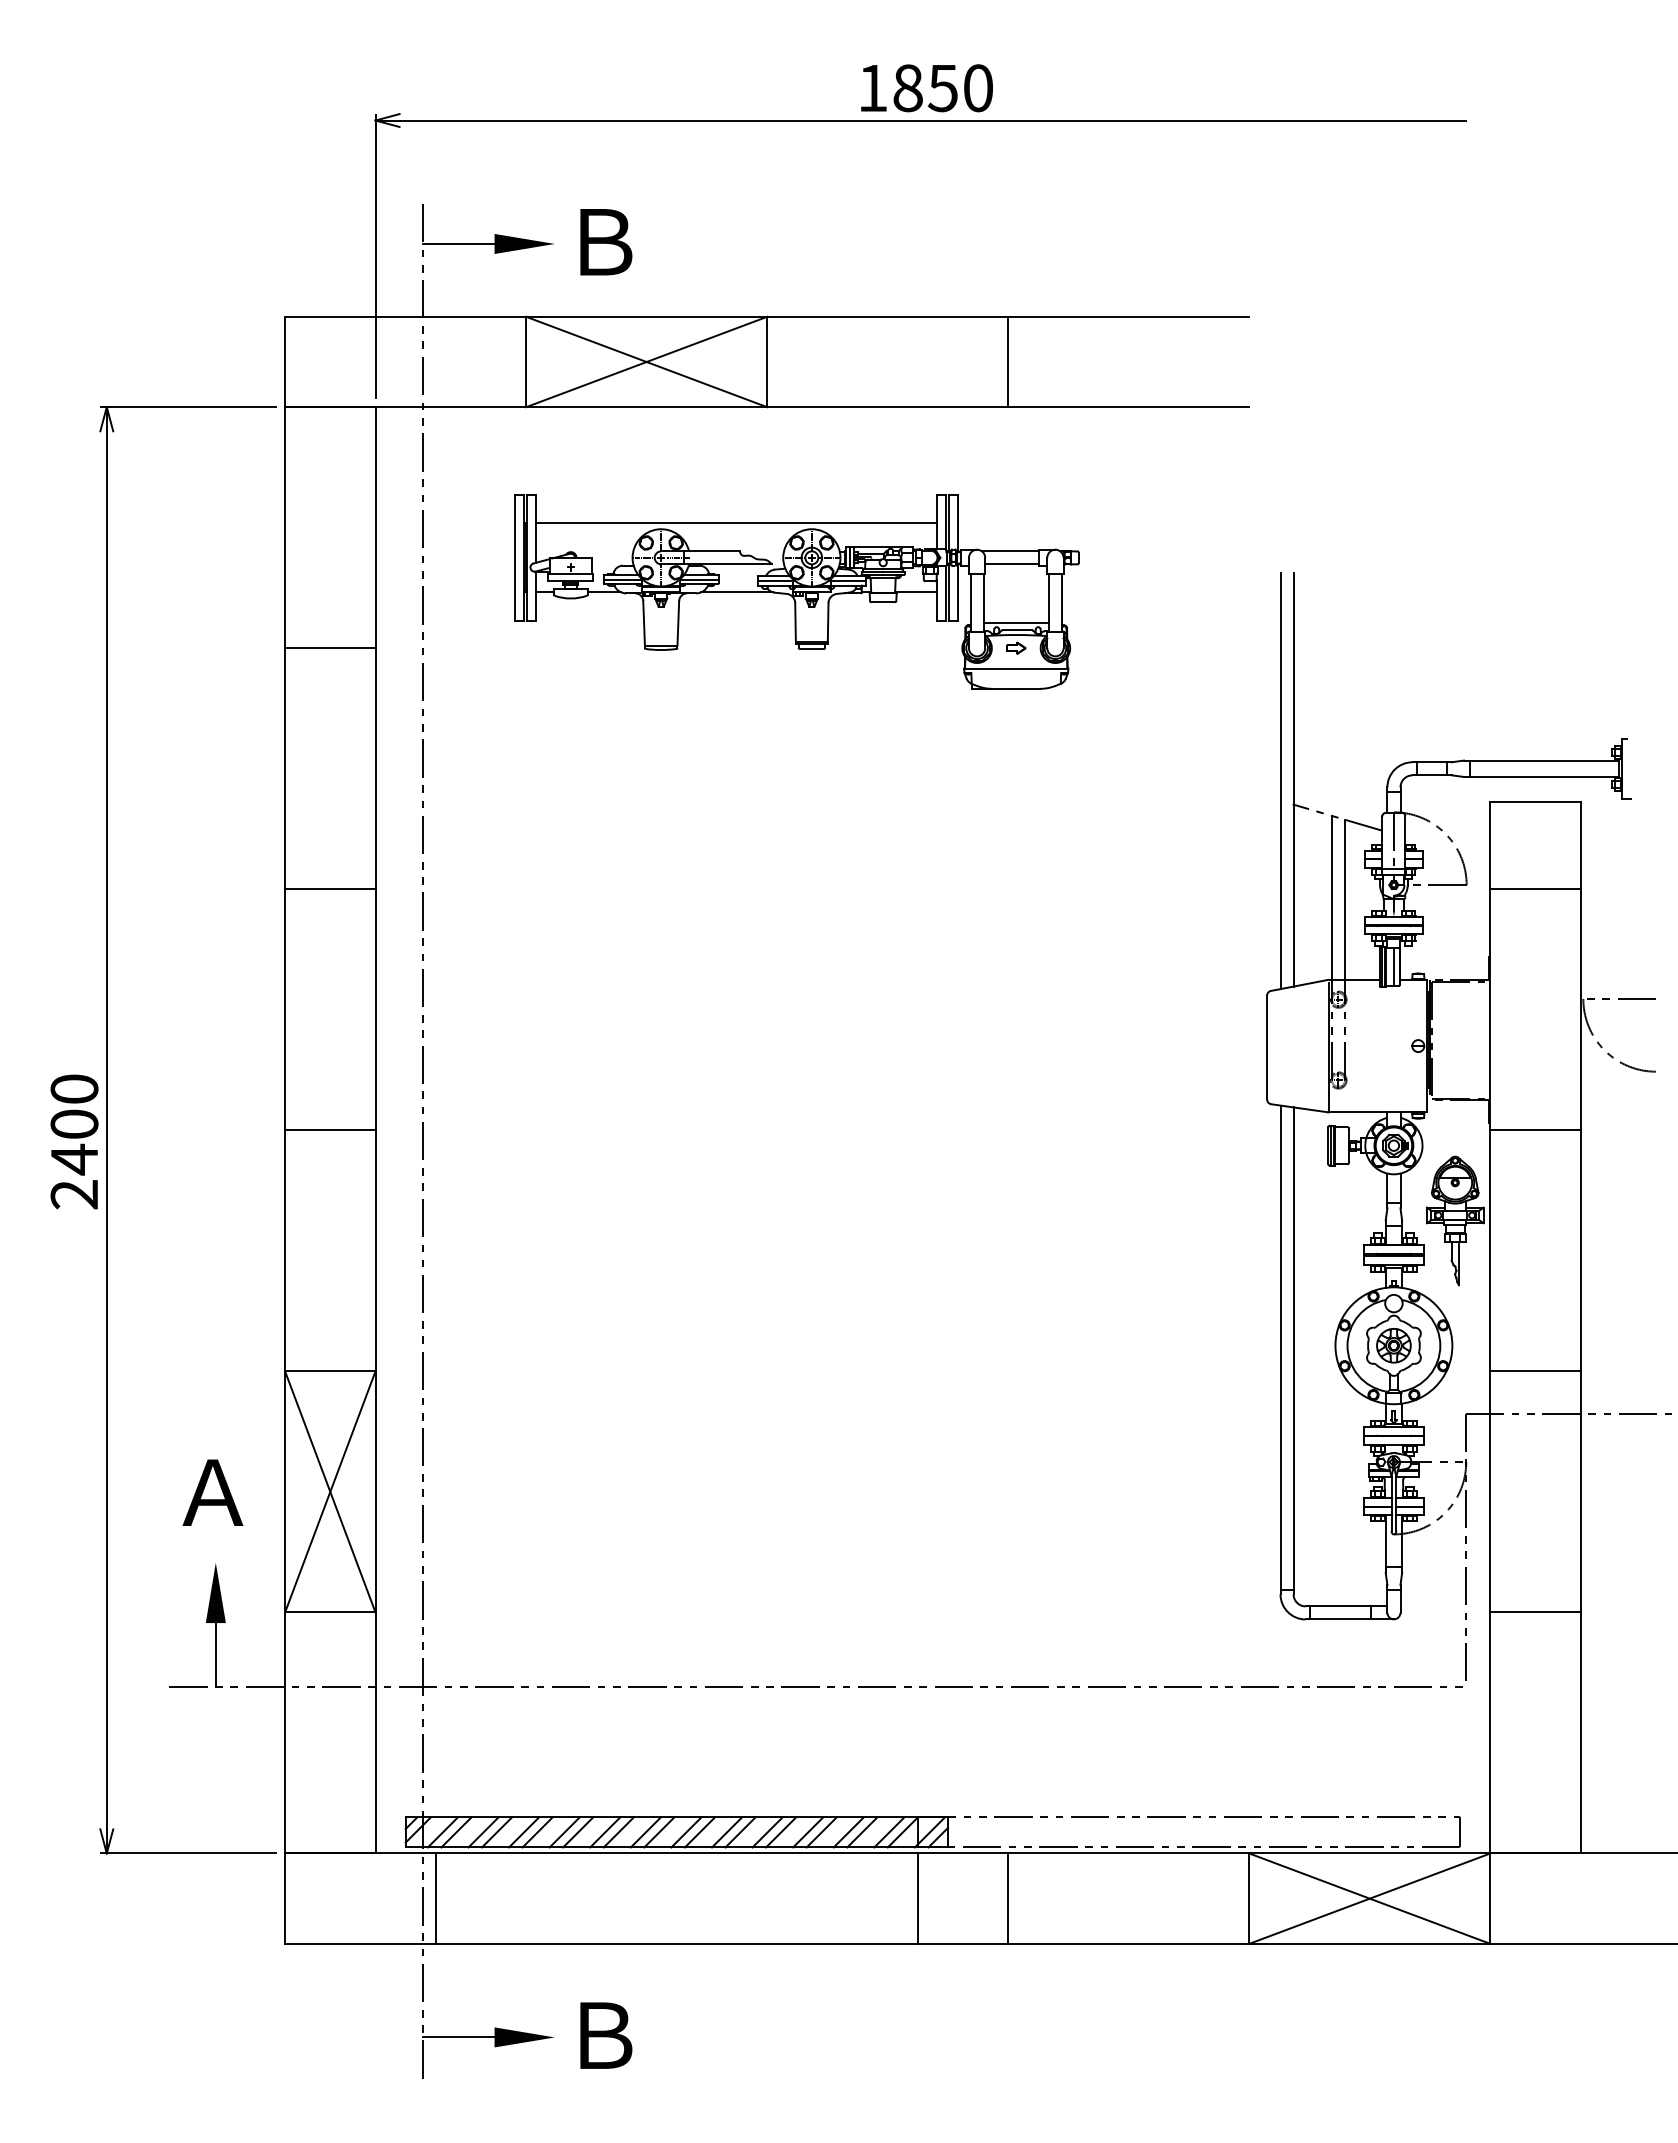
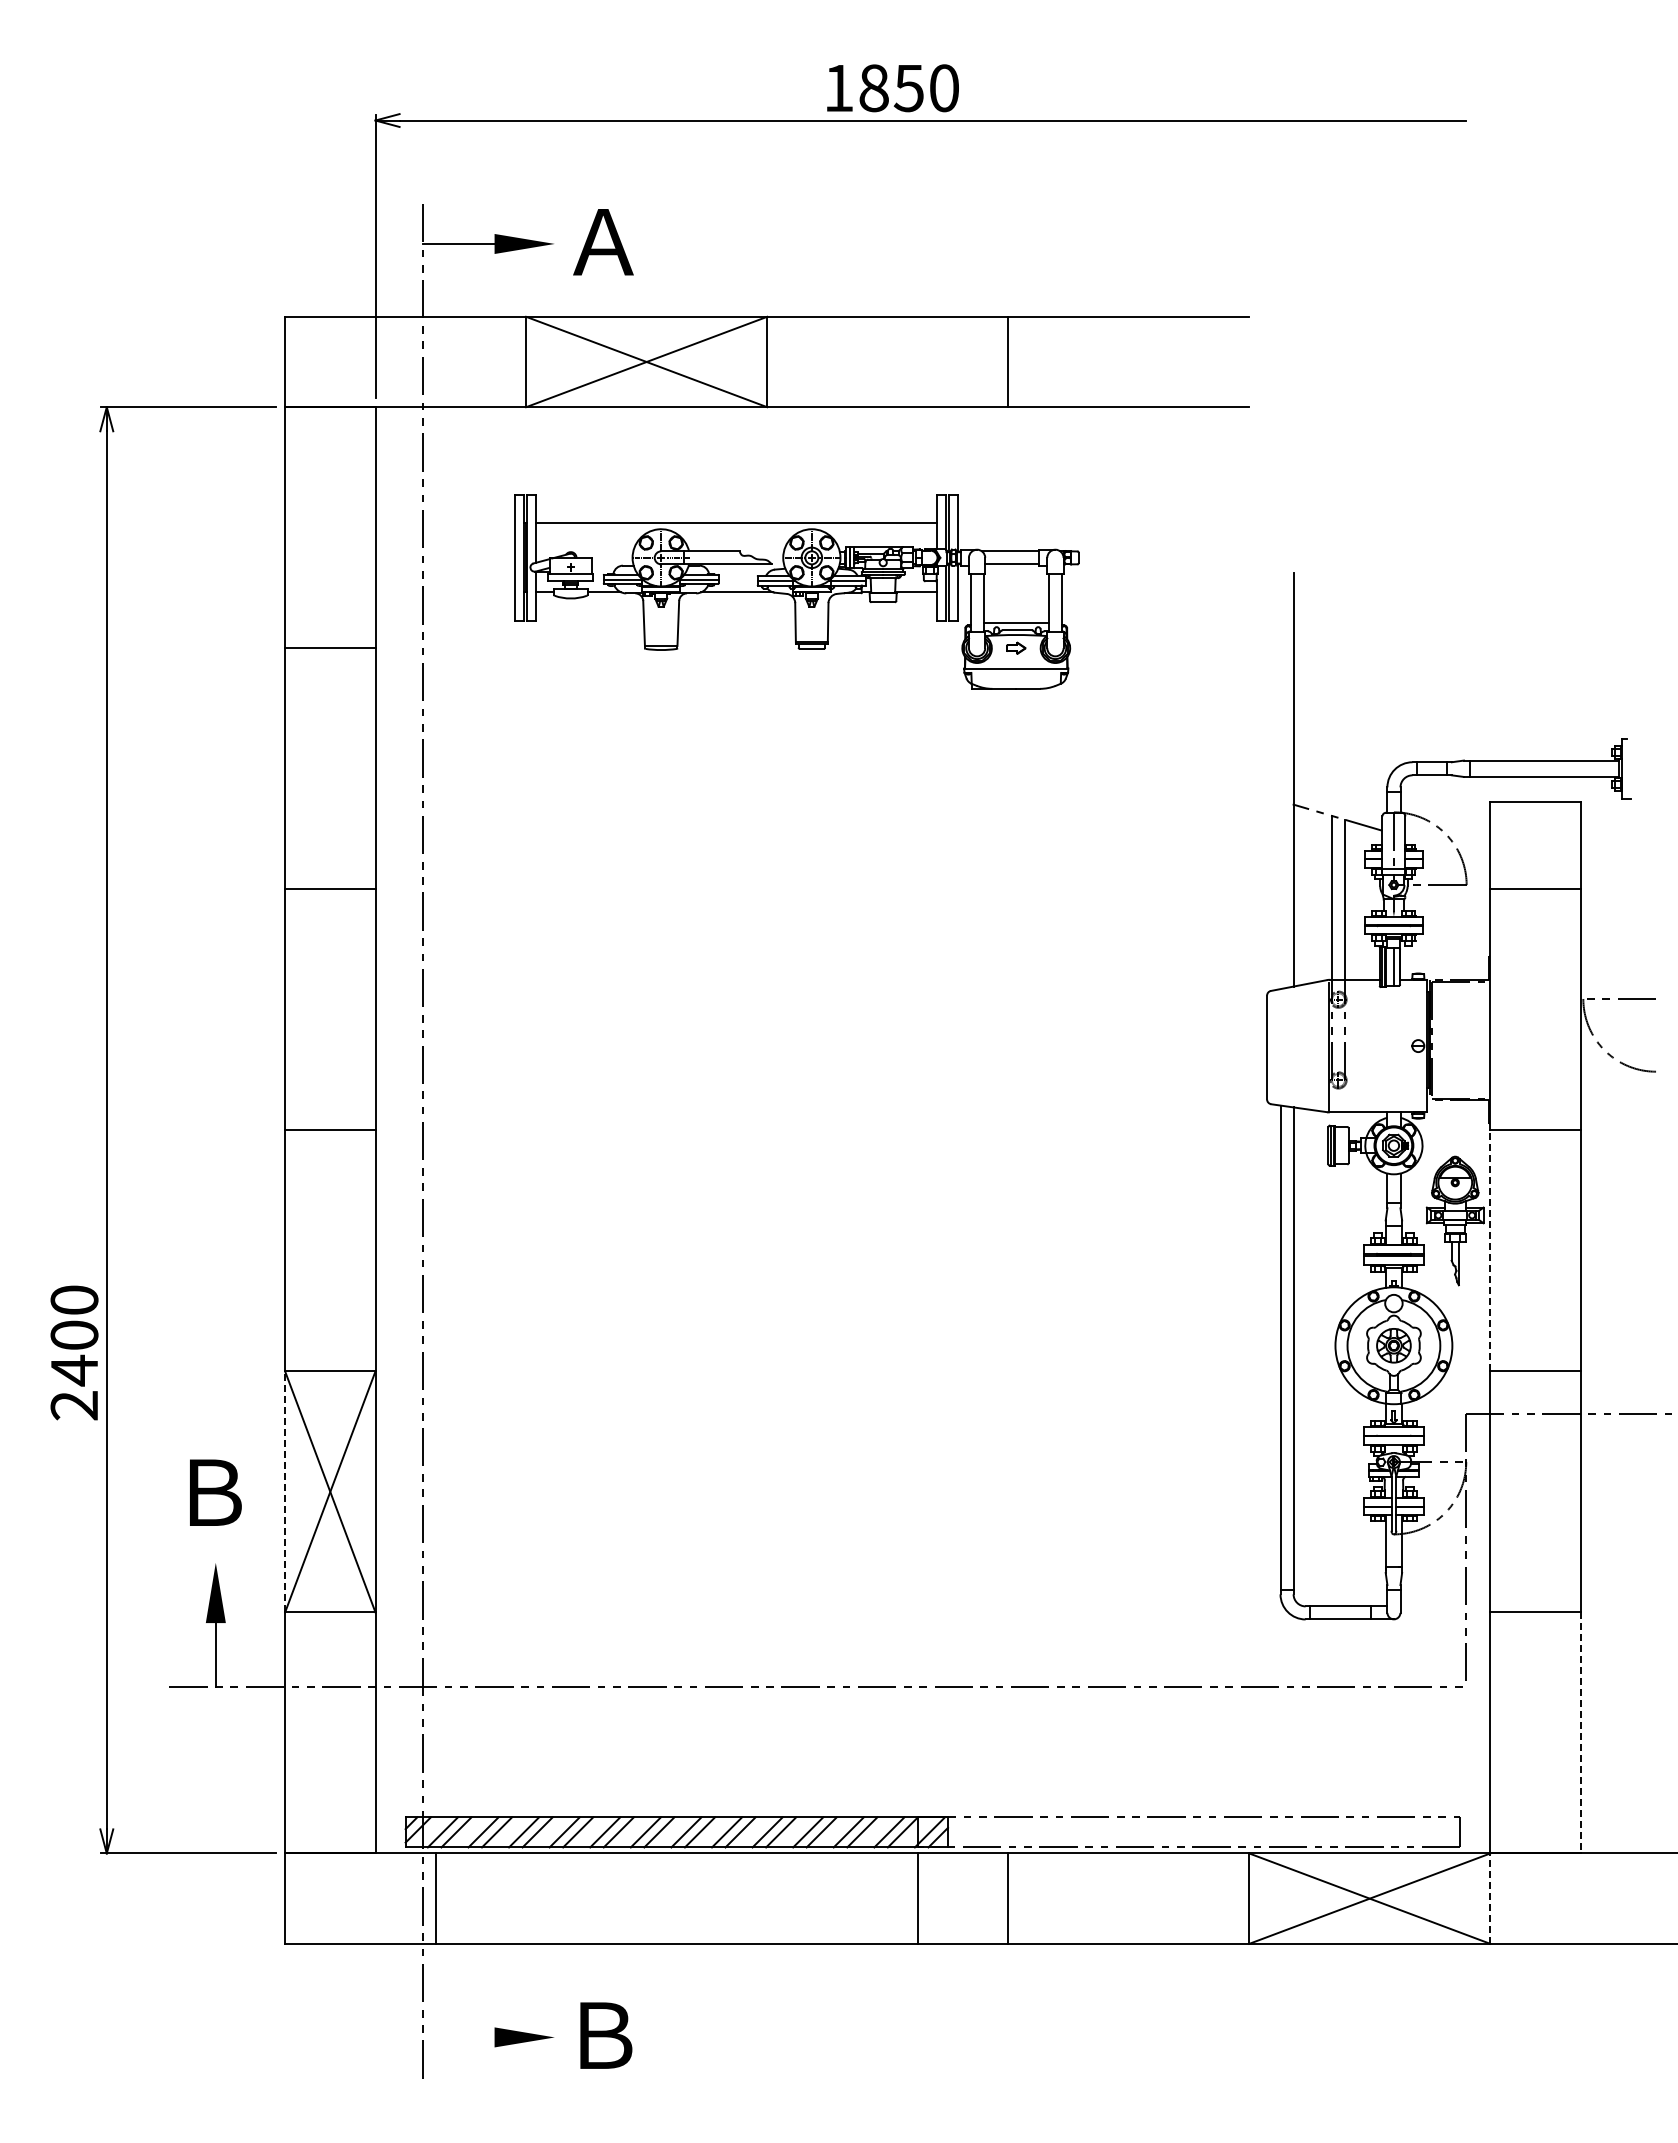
text at (926, 88) position: (926, 88) -> (892, 88)
text at (603, 242): Ｂ -> Ａ
line at (1280, 781): present -> none
text at (74, 1141) position: (74, 1141) -> (74, 1352)
line at (1490, 1250): solid -> dashed
line at (285, 1491): solid -> dashed
text at (212, 1492): Ａ -> Ｂ
line at (1580, 1732): solid -> dashed
line at (1490, 1898): solid -> dashed
line at (458, 2037): present -> none
